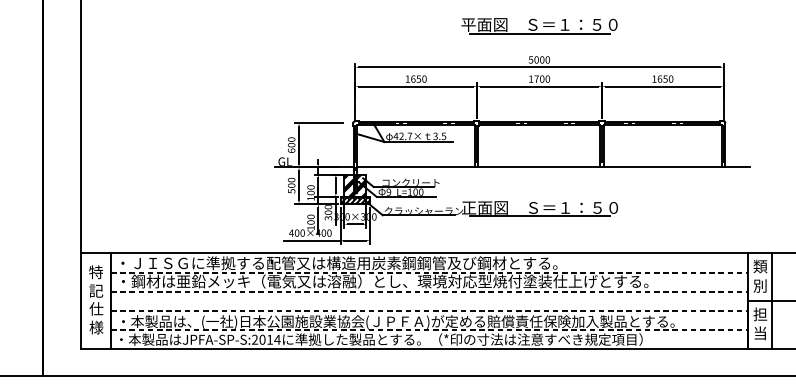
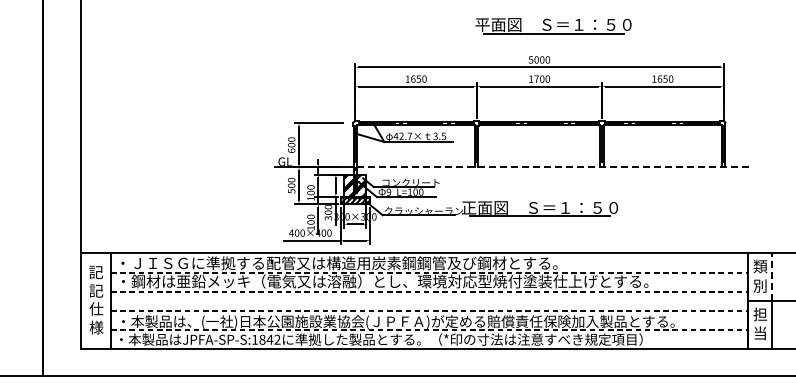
part at (539, 26) position: (539, 26) -> (553, 26)
line at (553, 167): solid -> dashed
text at (96, 272): 特 -> 記
line at (771, 277): solid -> dashed
text at (266, 339): JPFA-SP-S:2014 -> JPFA-SP-S:1842
